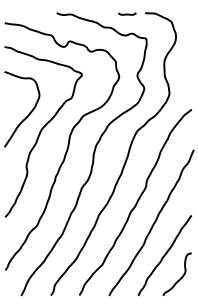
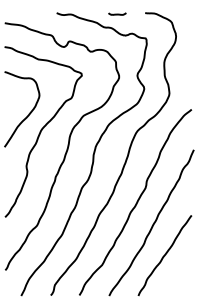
line at (127, 13) position: (127, 13) -> (117, 13)
curve at (180, 277): present -> none
